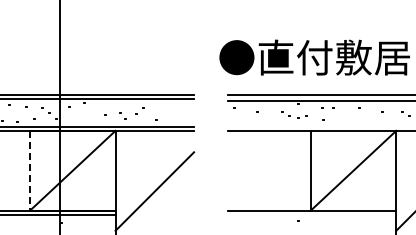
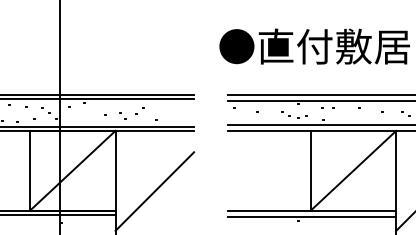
text at (314, 57) position: (314, 57) -> (314, 46)
line at (320, 125): none -> present
line at (29, 170): dashed -> solid
line at (312, 216): none -> present
